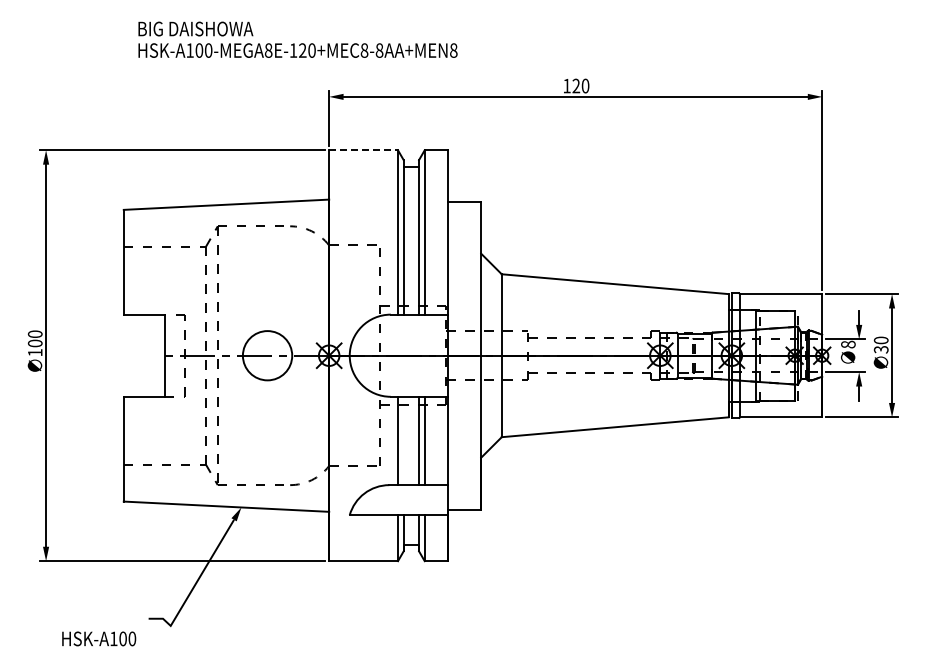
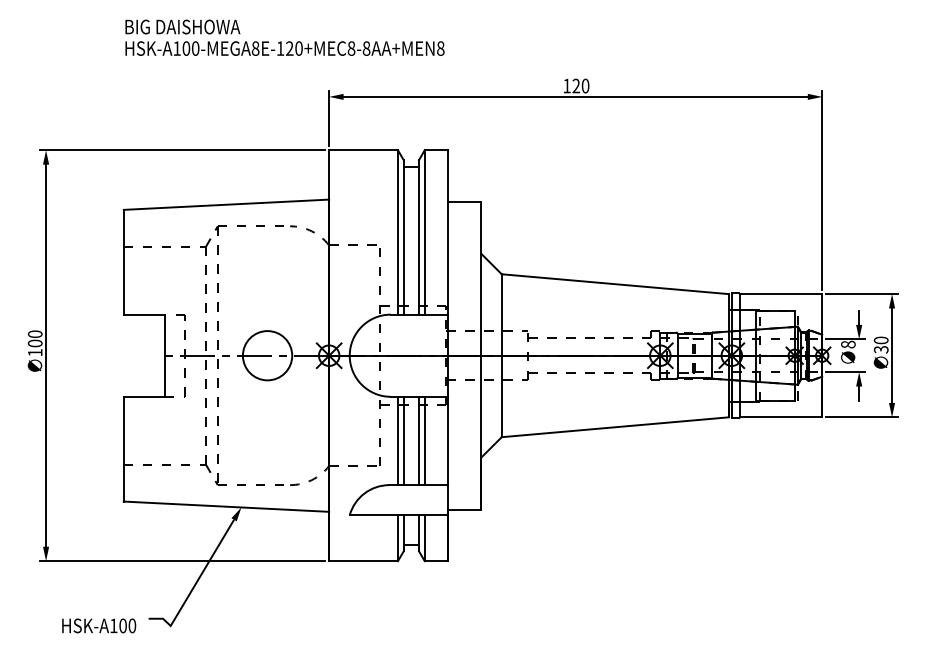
text at (297, 39) position: (297, 39) -> (284, 37)
line at (364, 150): dashed -> solid
line at (403, 440): none -> present
text at (99, 638) position: (99, 638) -> (99, 625)
